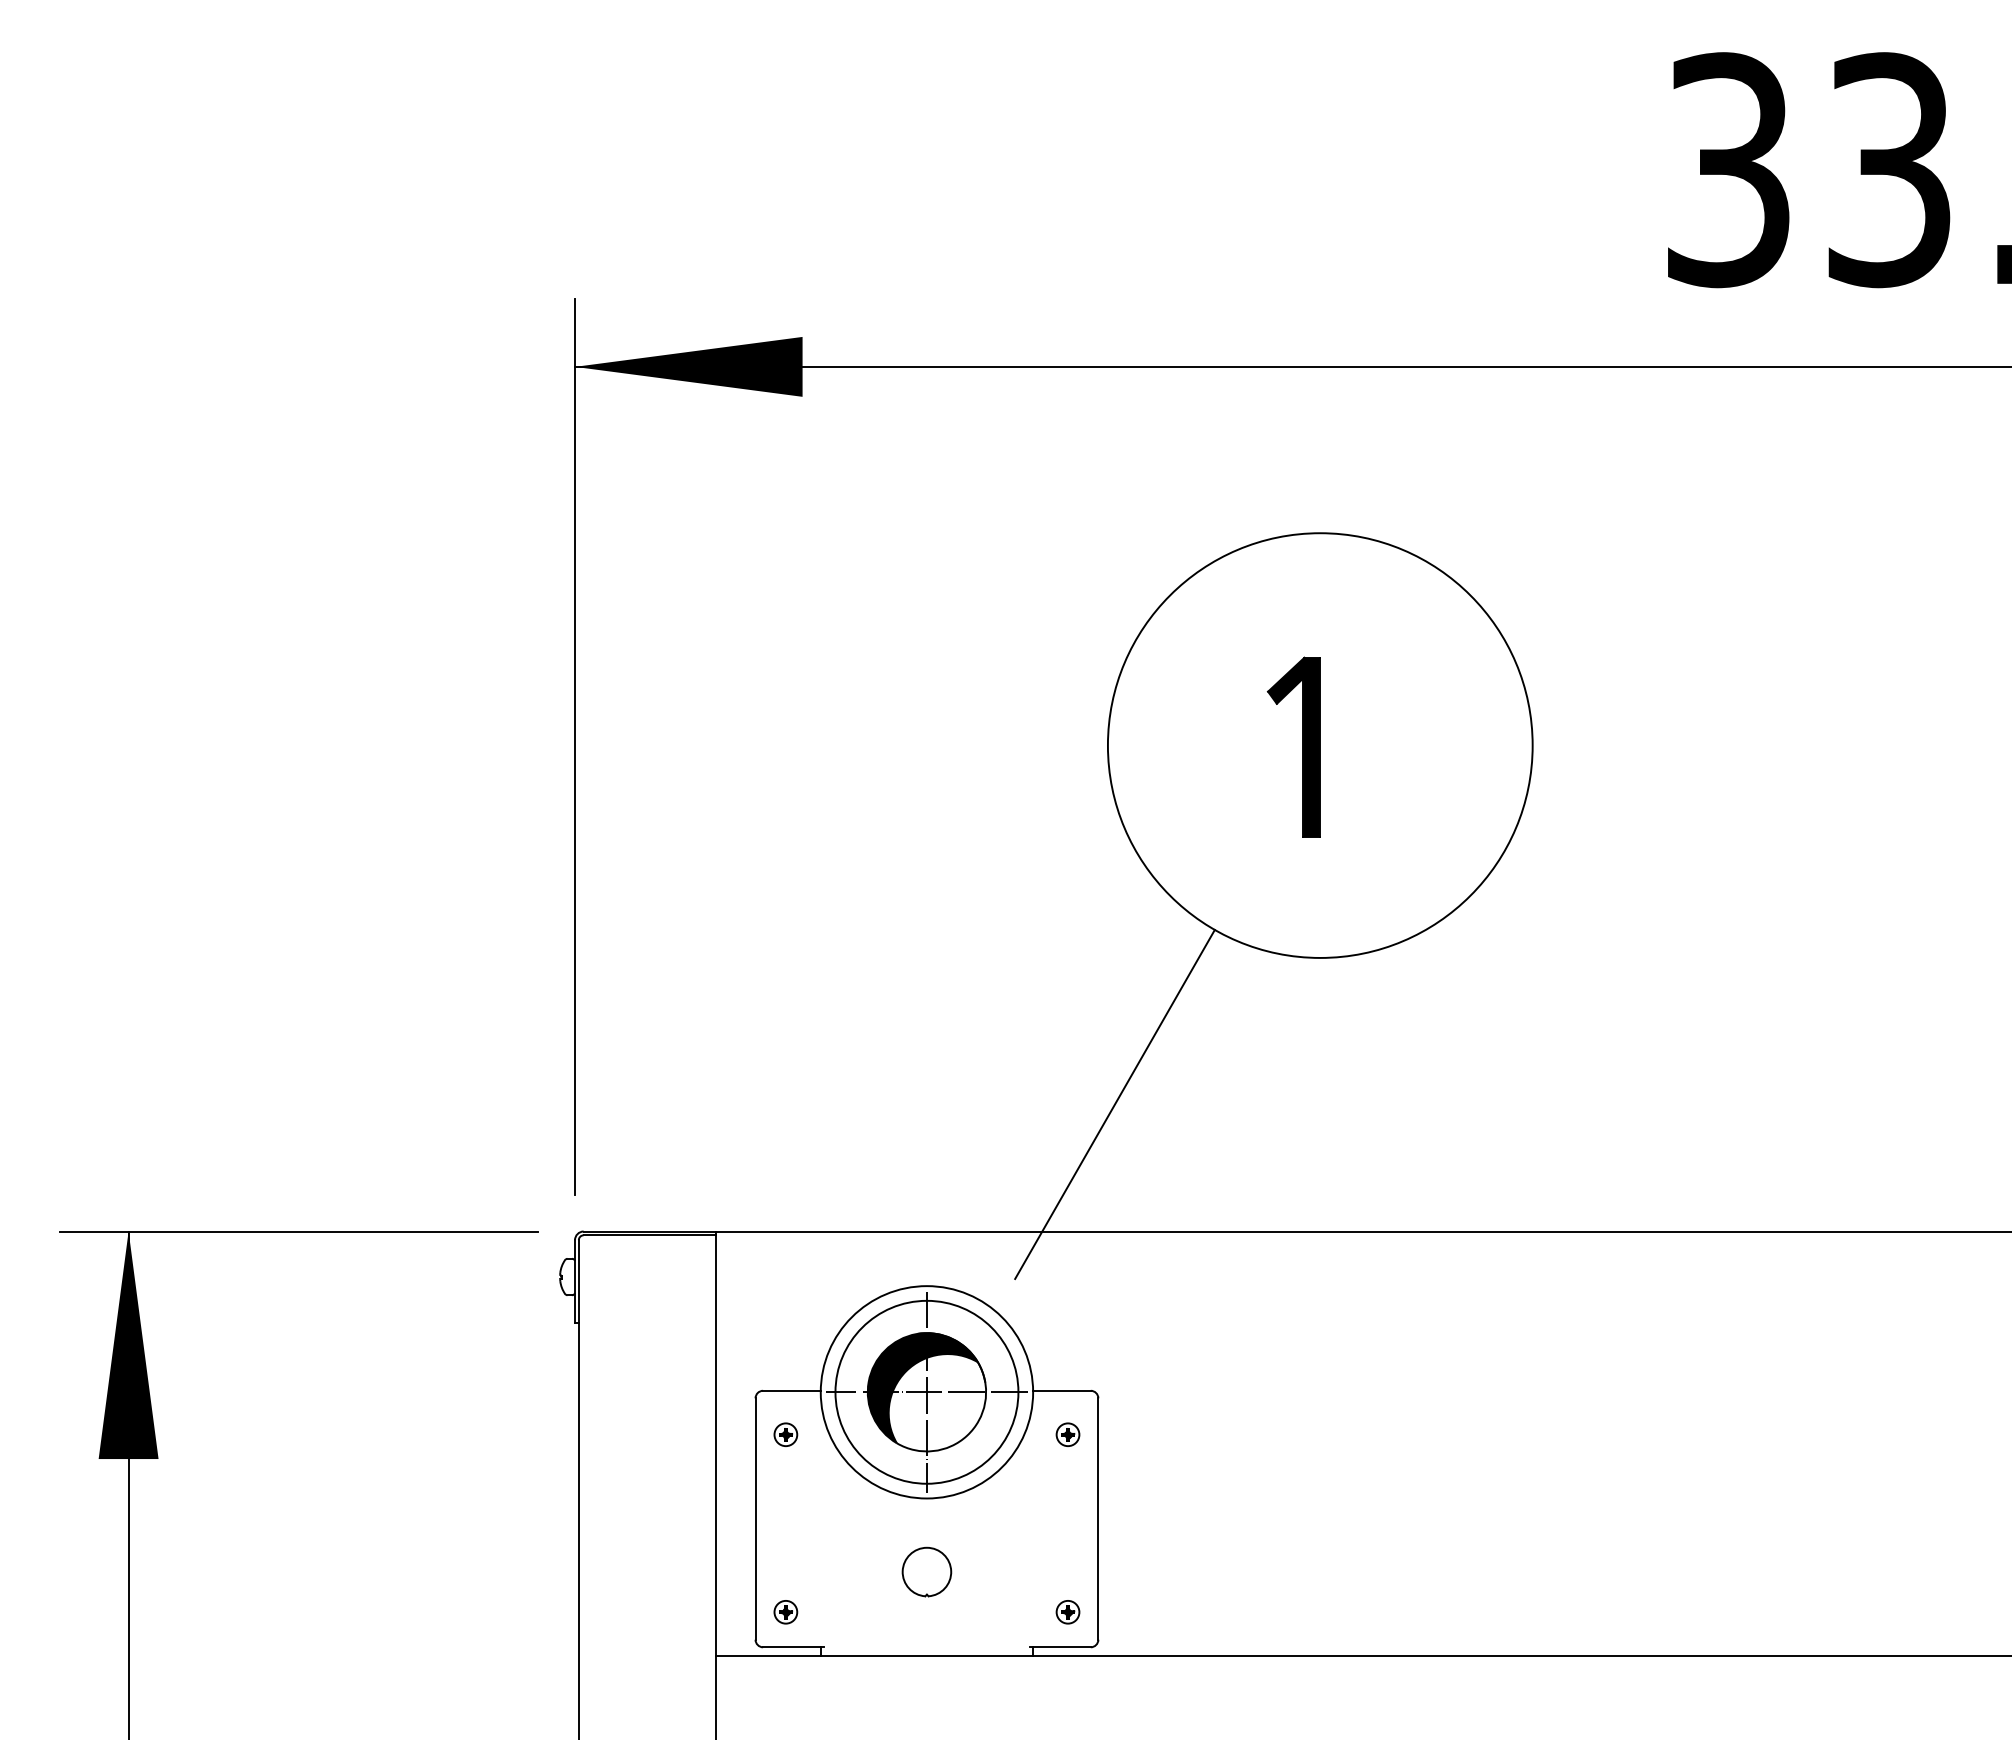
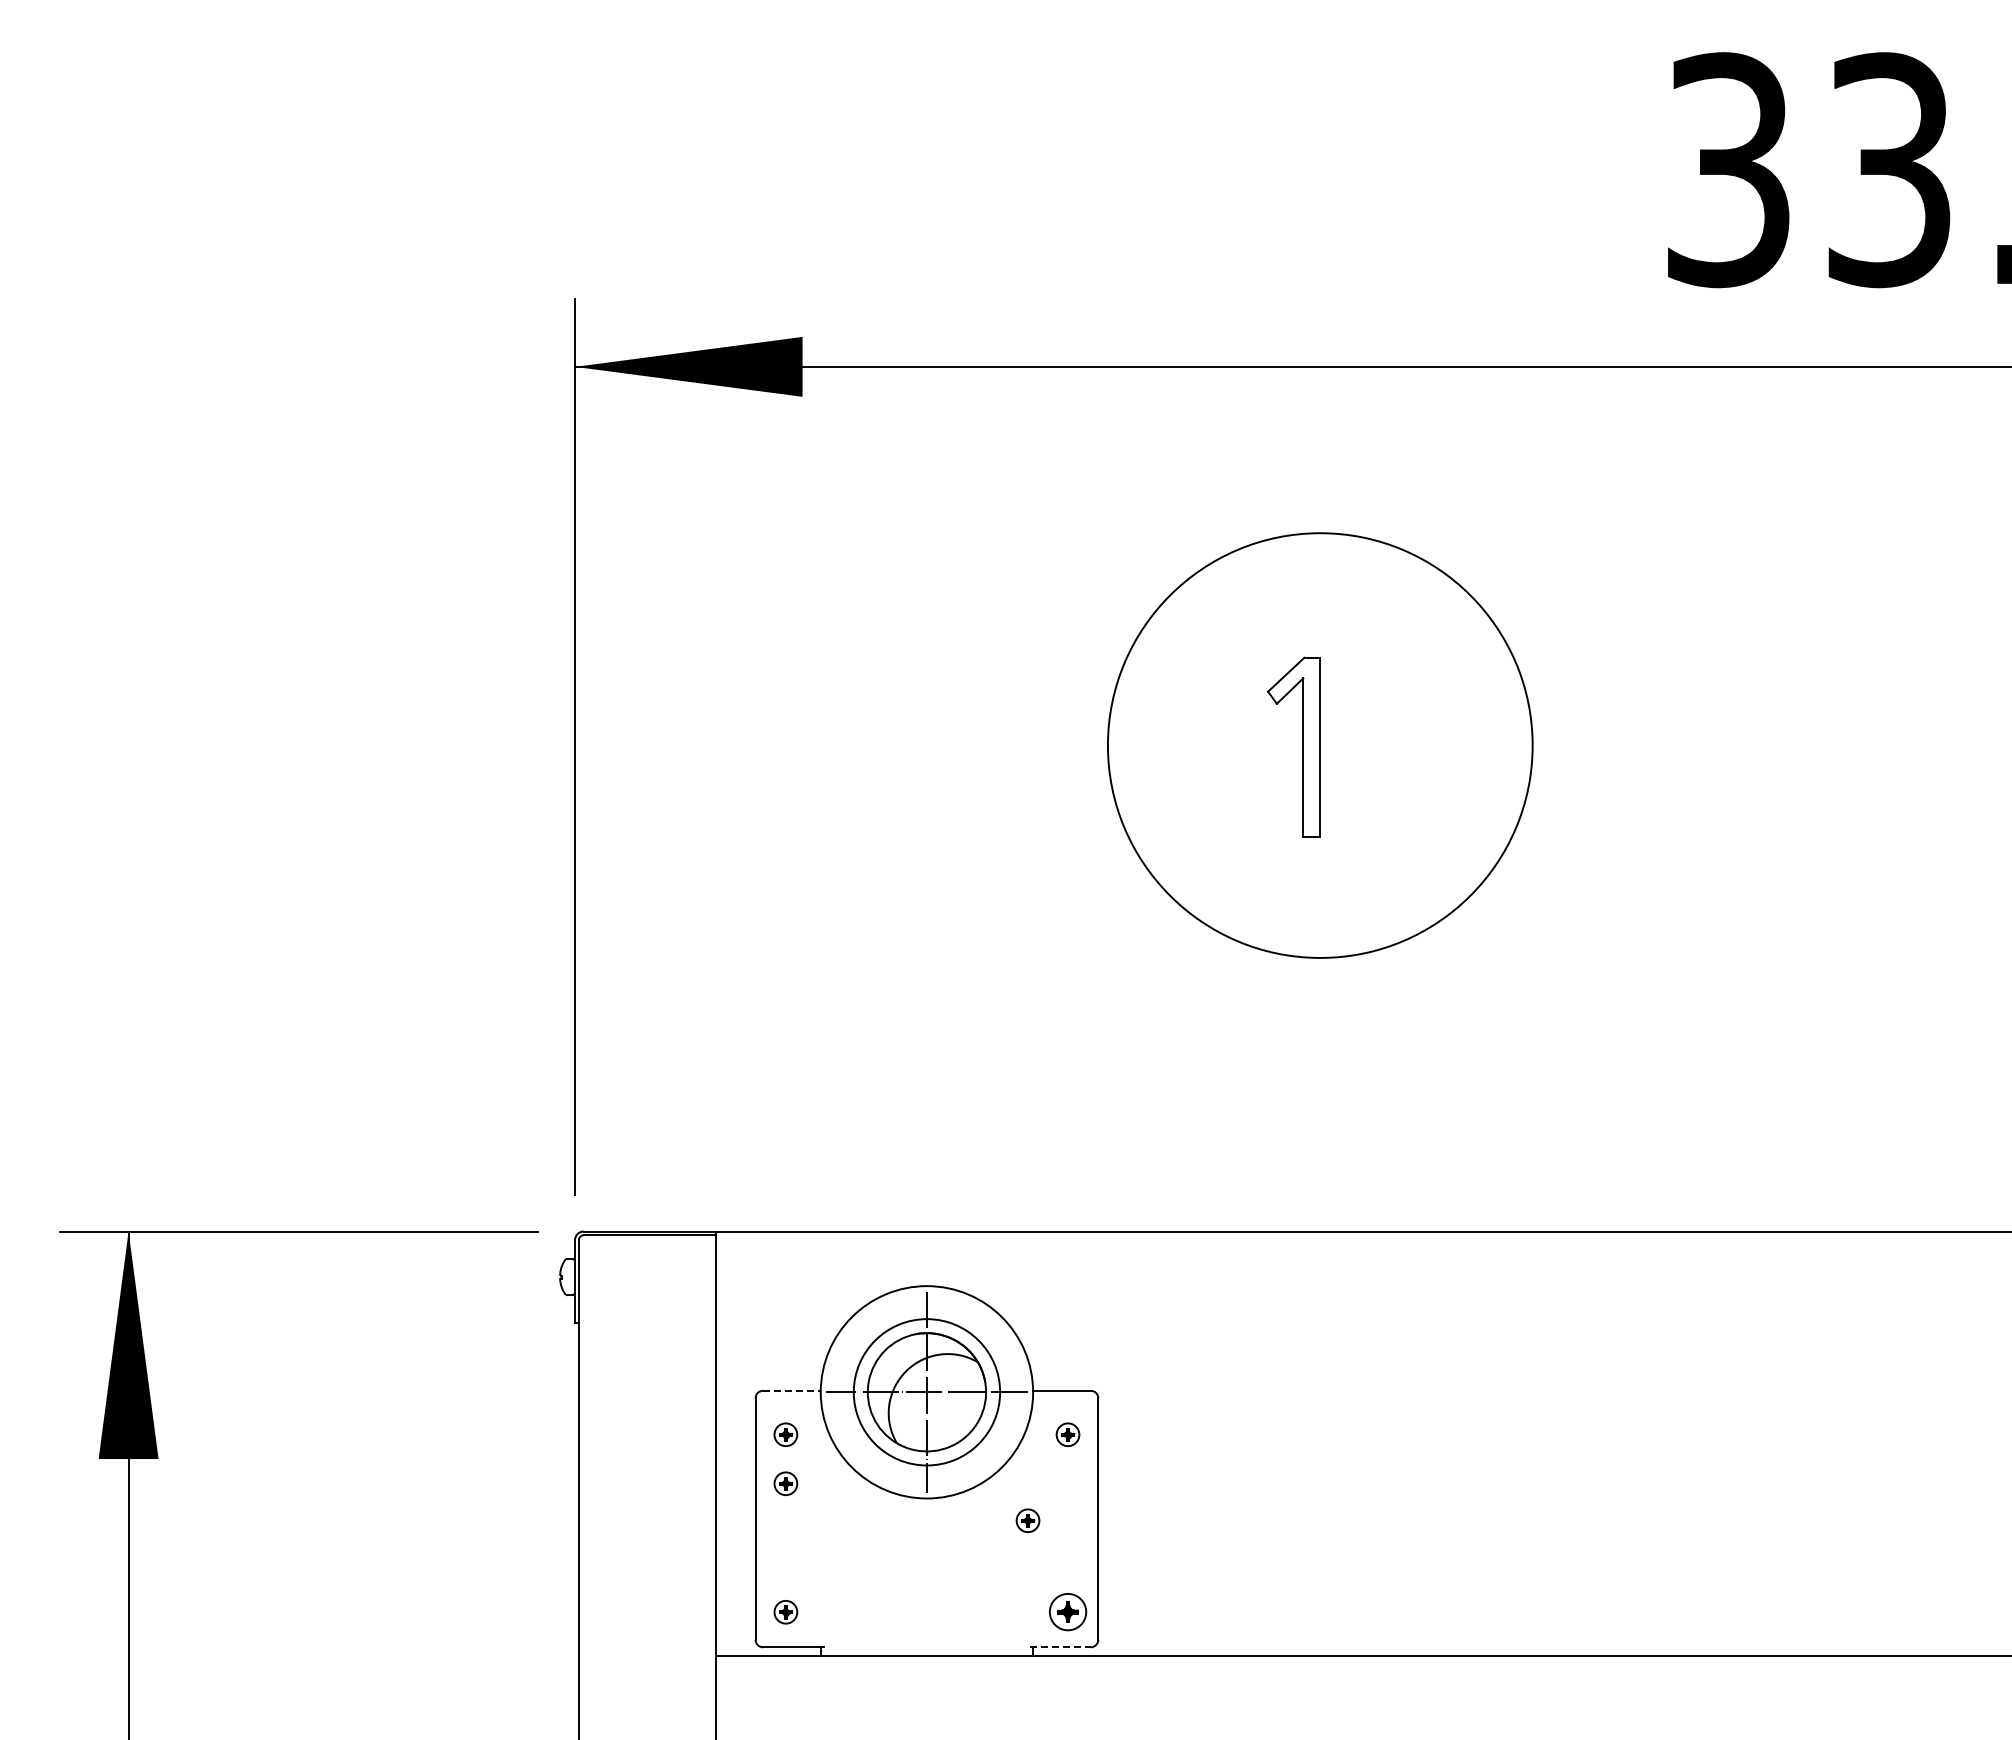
fill at (1293, 747): present -> none
line at (1114, 1104): present -> none
hatch at (922, 1388): present -> none
line at (791, 1390): solid -> dashed
circle at (926, 1391) diameter: 183 px -> 146 px
part at (785, 1483): none -> present
part at (1027, 1520): none -> present
part at (926, 1571): present -> none
part at (1067, 1612) size: 26x25 px -> 39x39 px
line at (1060, 1647): solid -> dashed
